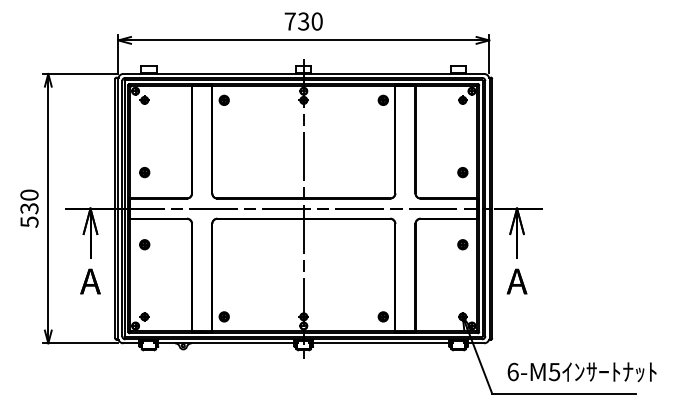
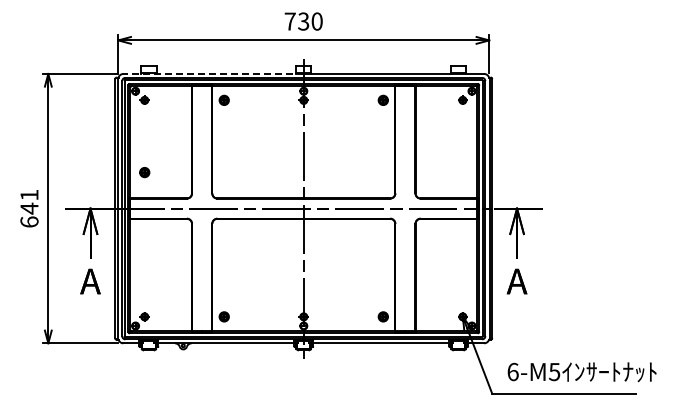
line at (213, 73): solid -> dashed
part at (462, 172): present -> none
text at (29, 208): 530 -> 641
part at (144, 244): present -> none
part at (462, 244): present -> none
